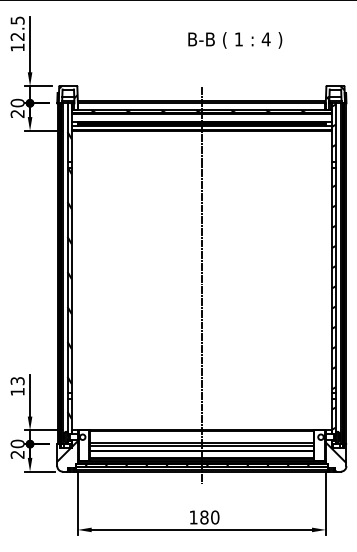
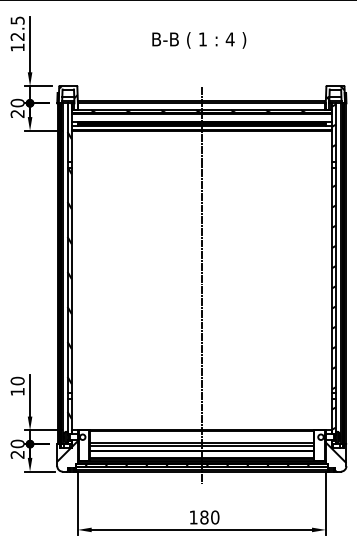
text at (235, 40) position: (235, 40) -> (199, 40)
text at (17, 380): 13 -> 10
